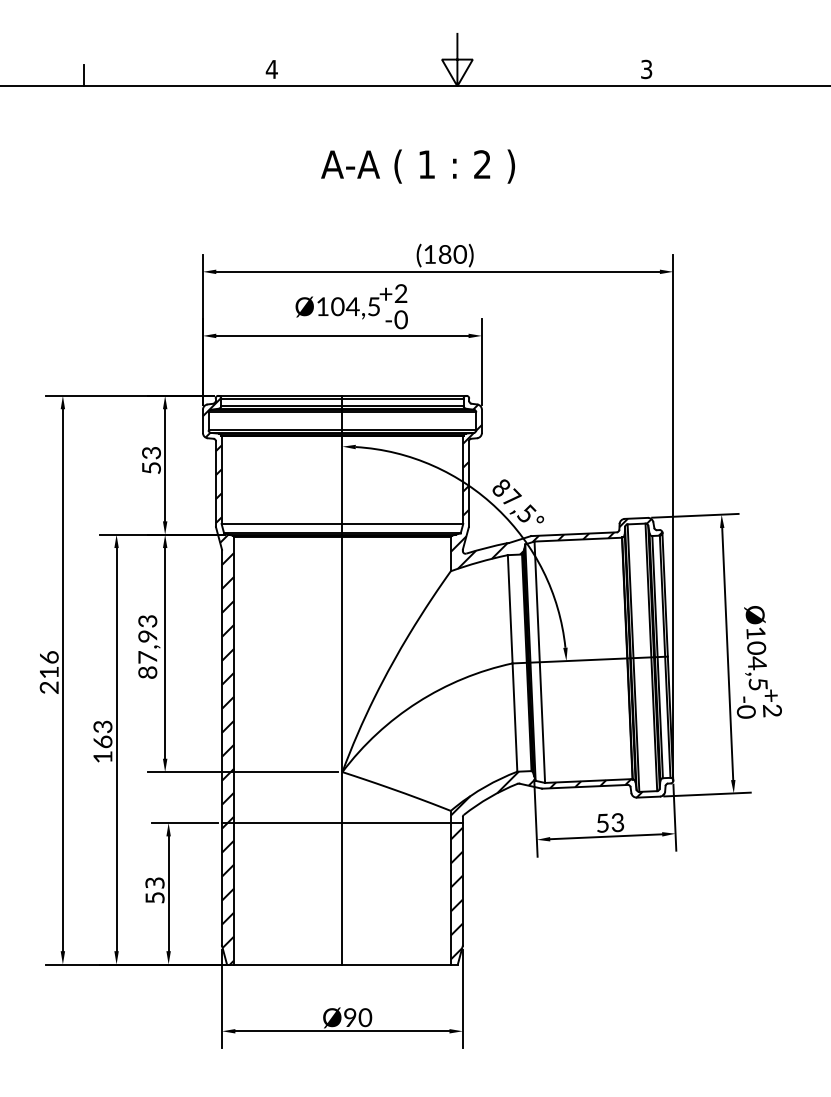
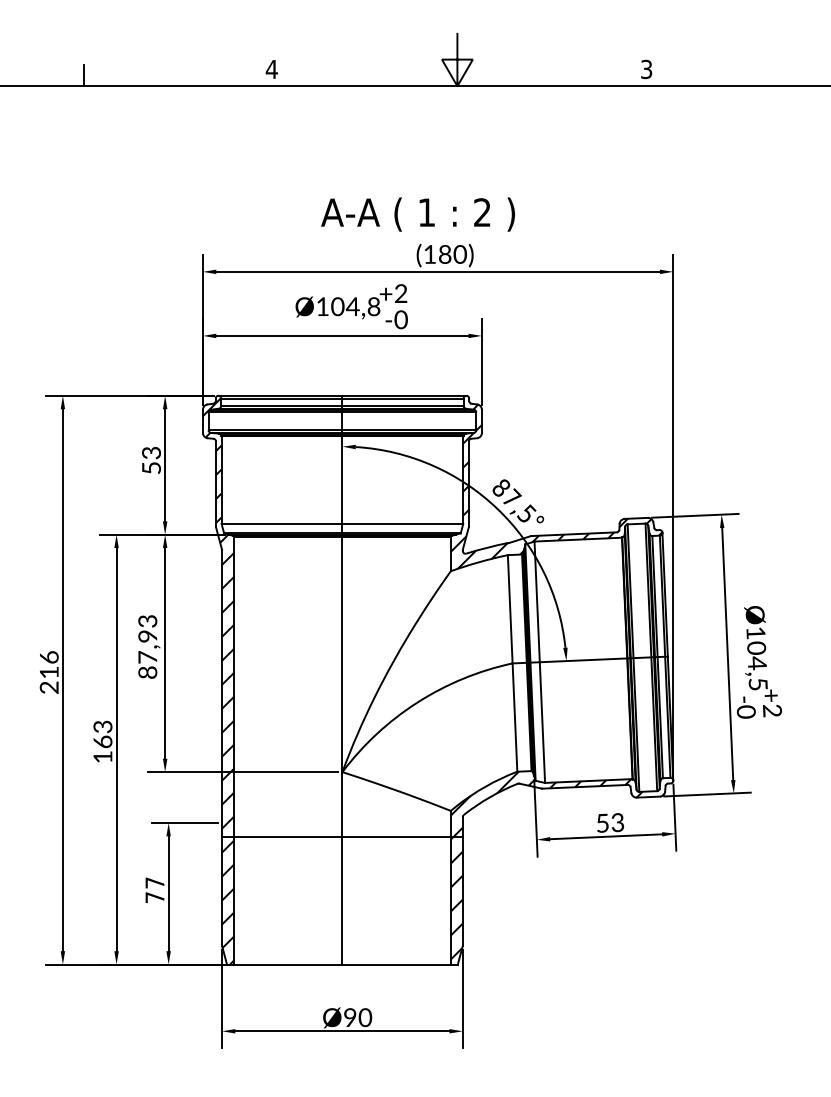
text at (417, 166) position: (417, 166) -> (417, 214)
text at (373, 306): Ø104,5 -> Ø104,8
line at (342, 823) position: (342, 823) -> (342, 837)
text at (154, 890): 53 -> 77
